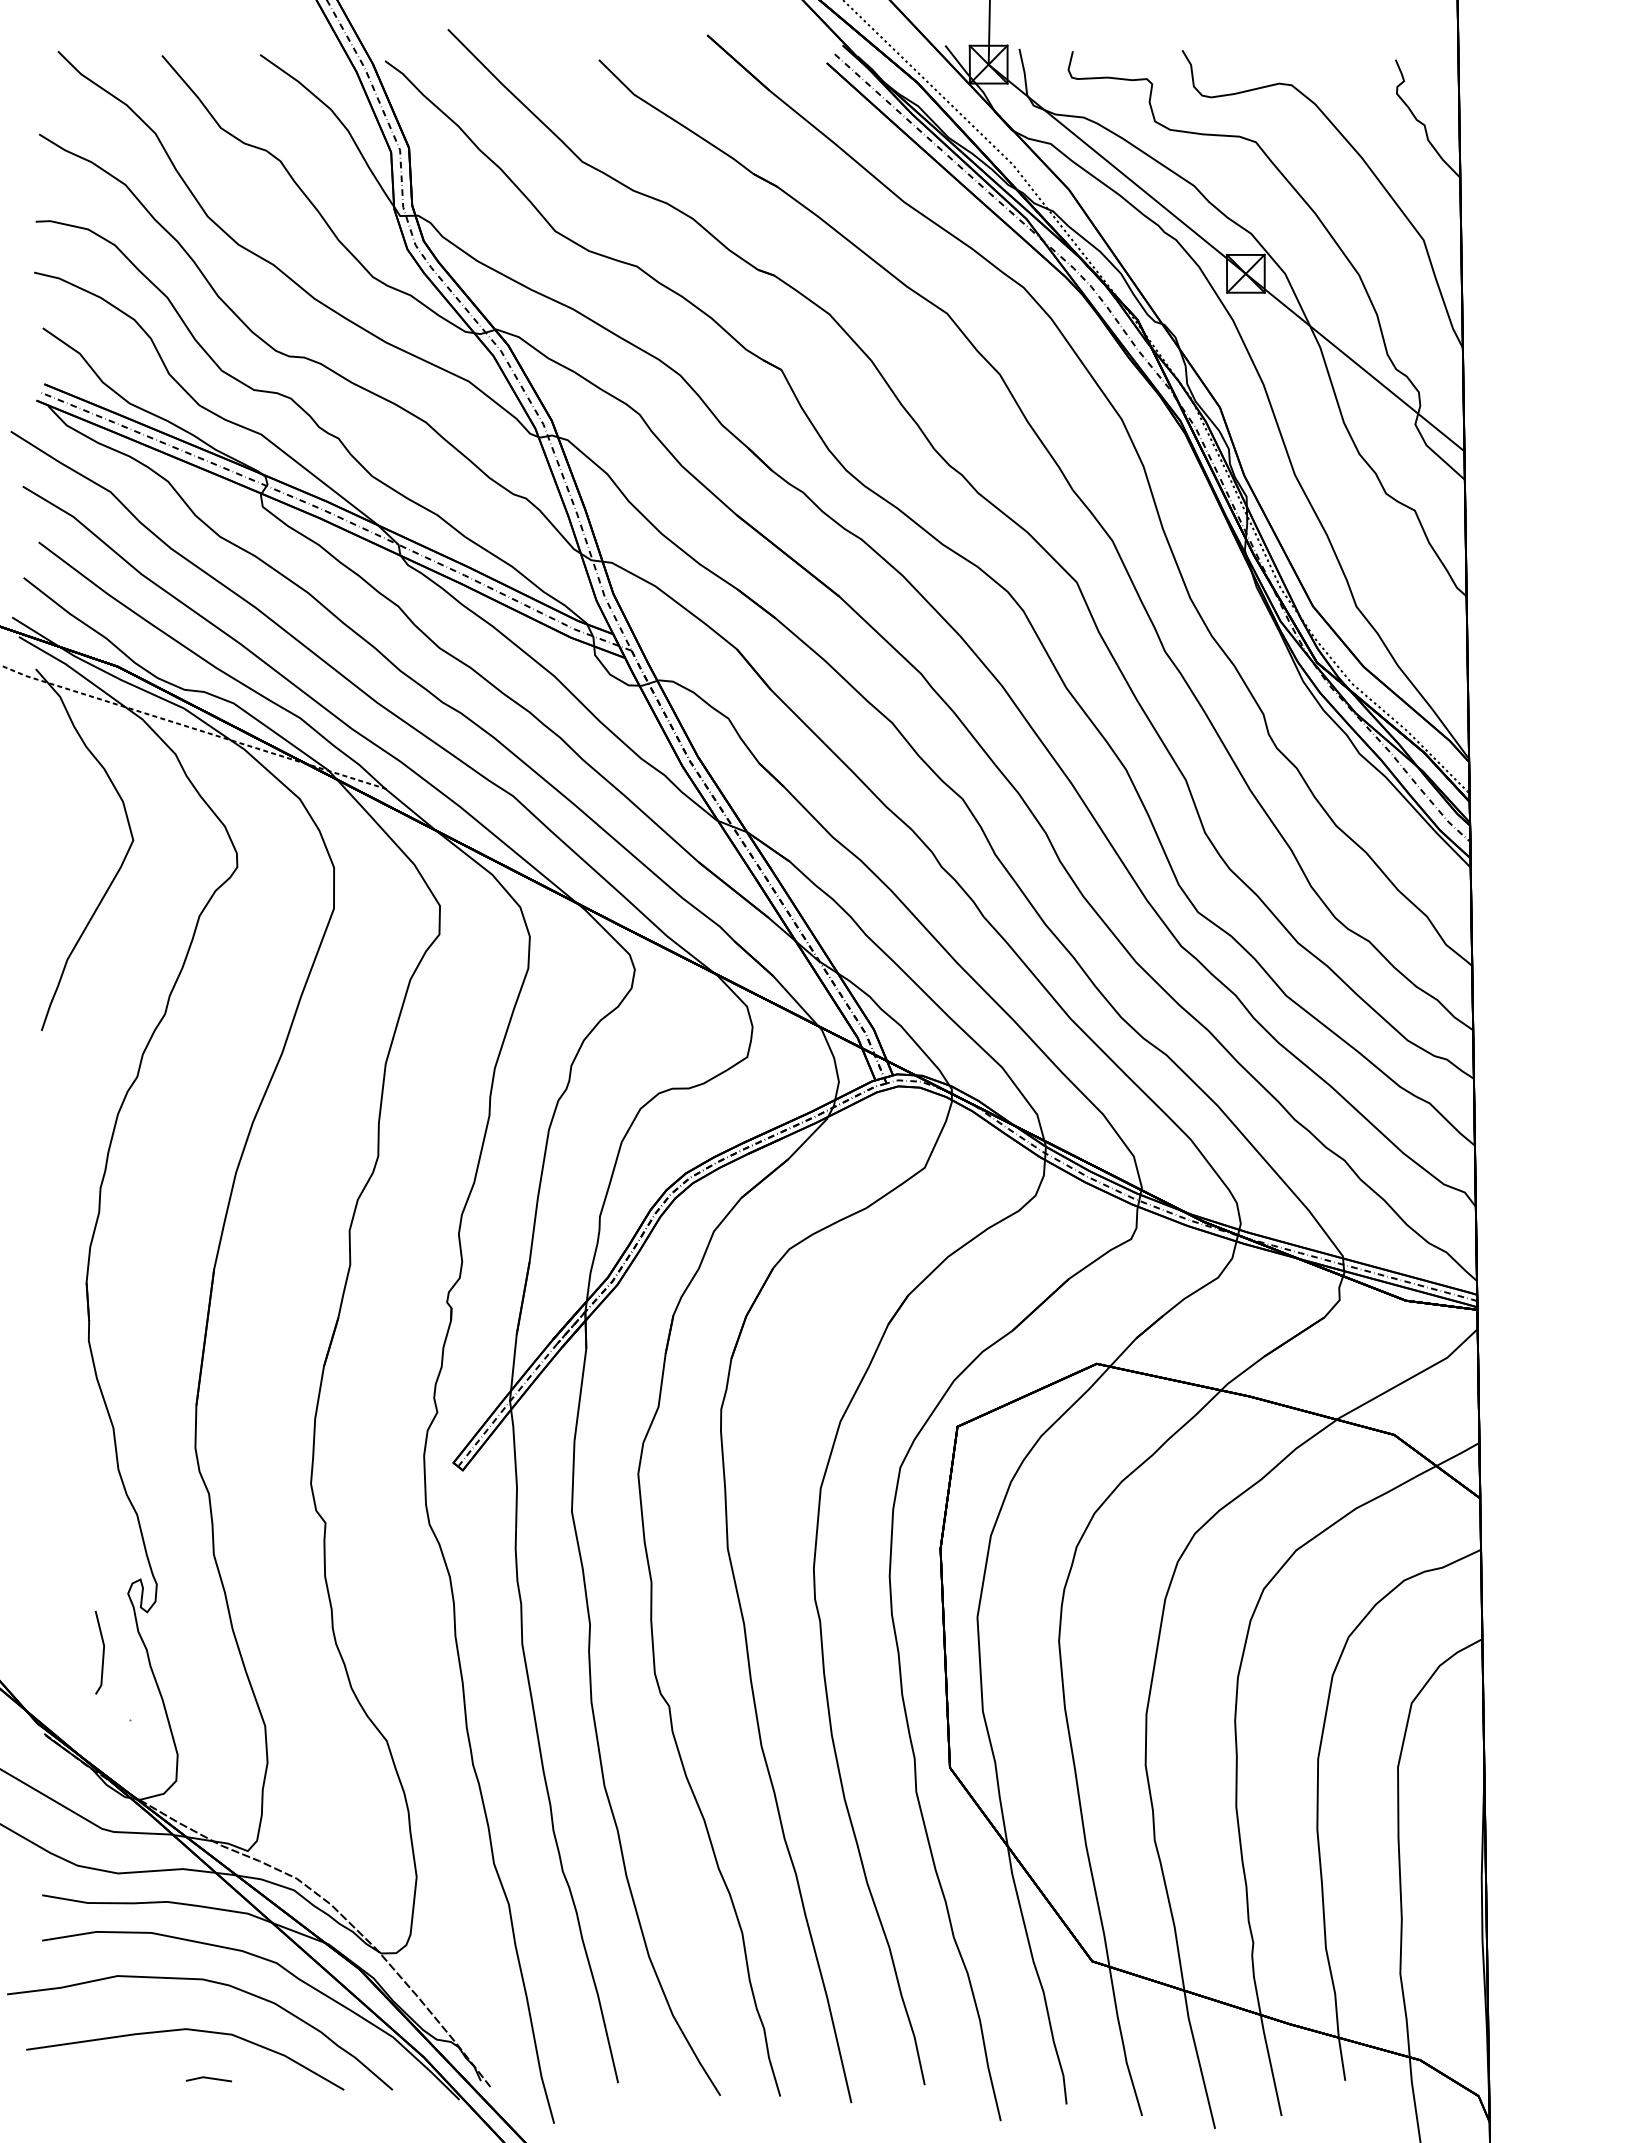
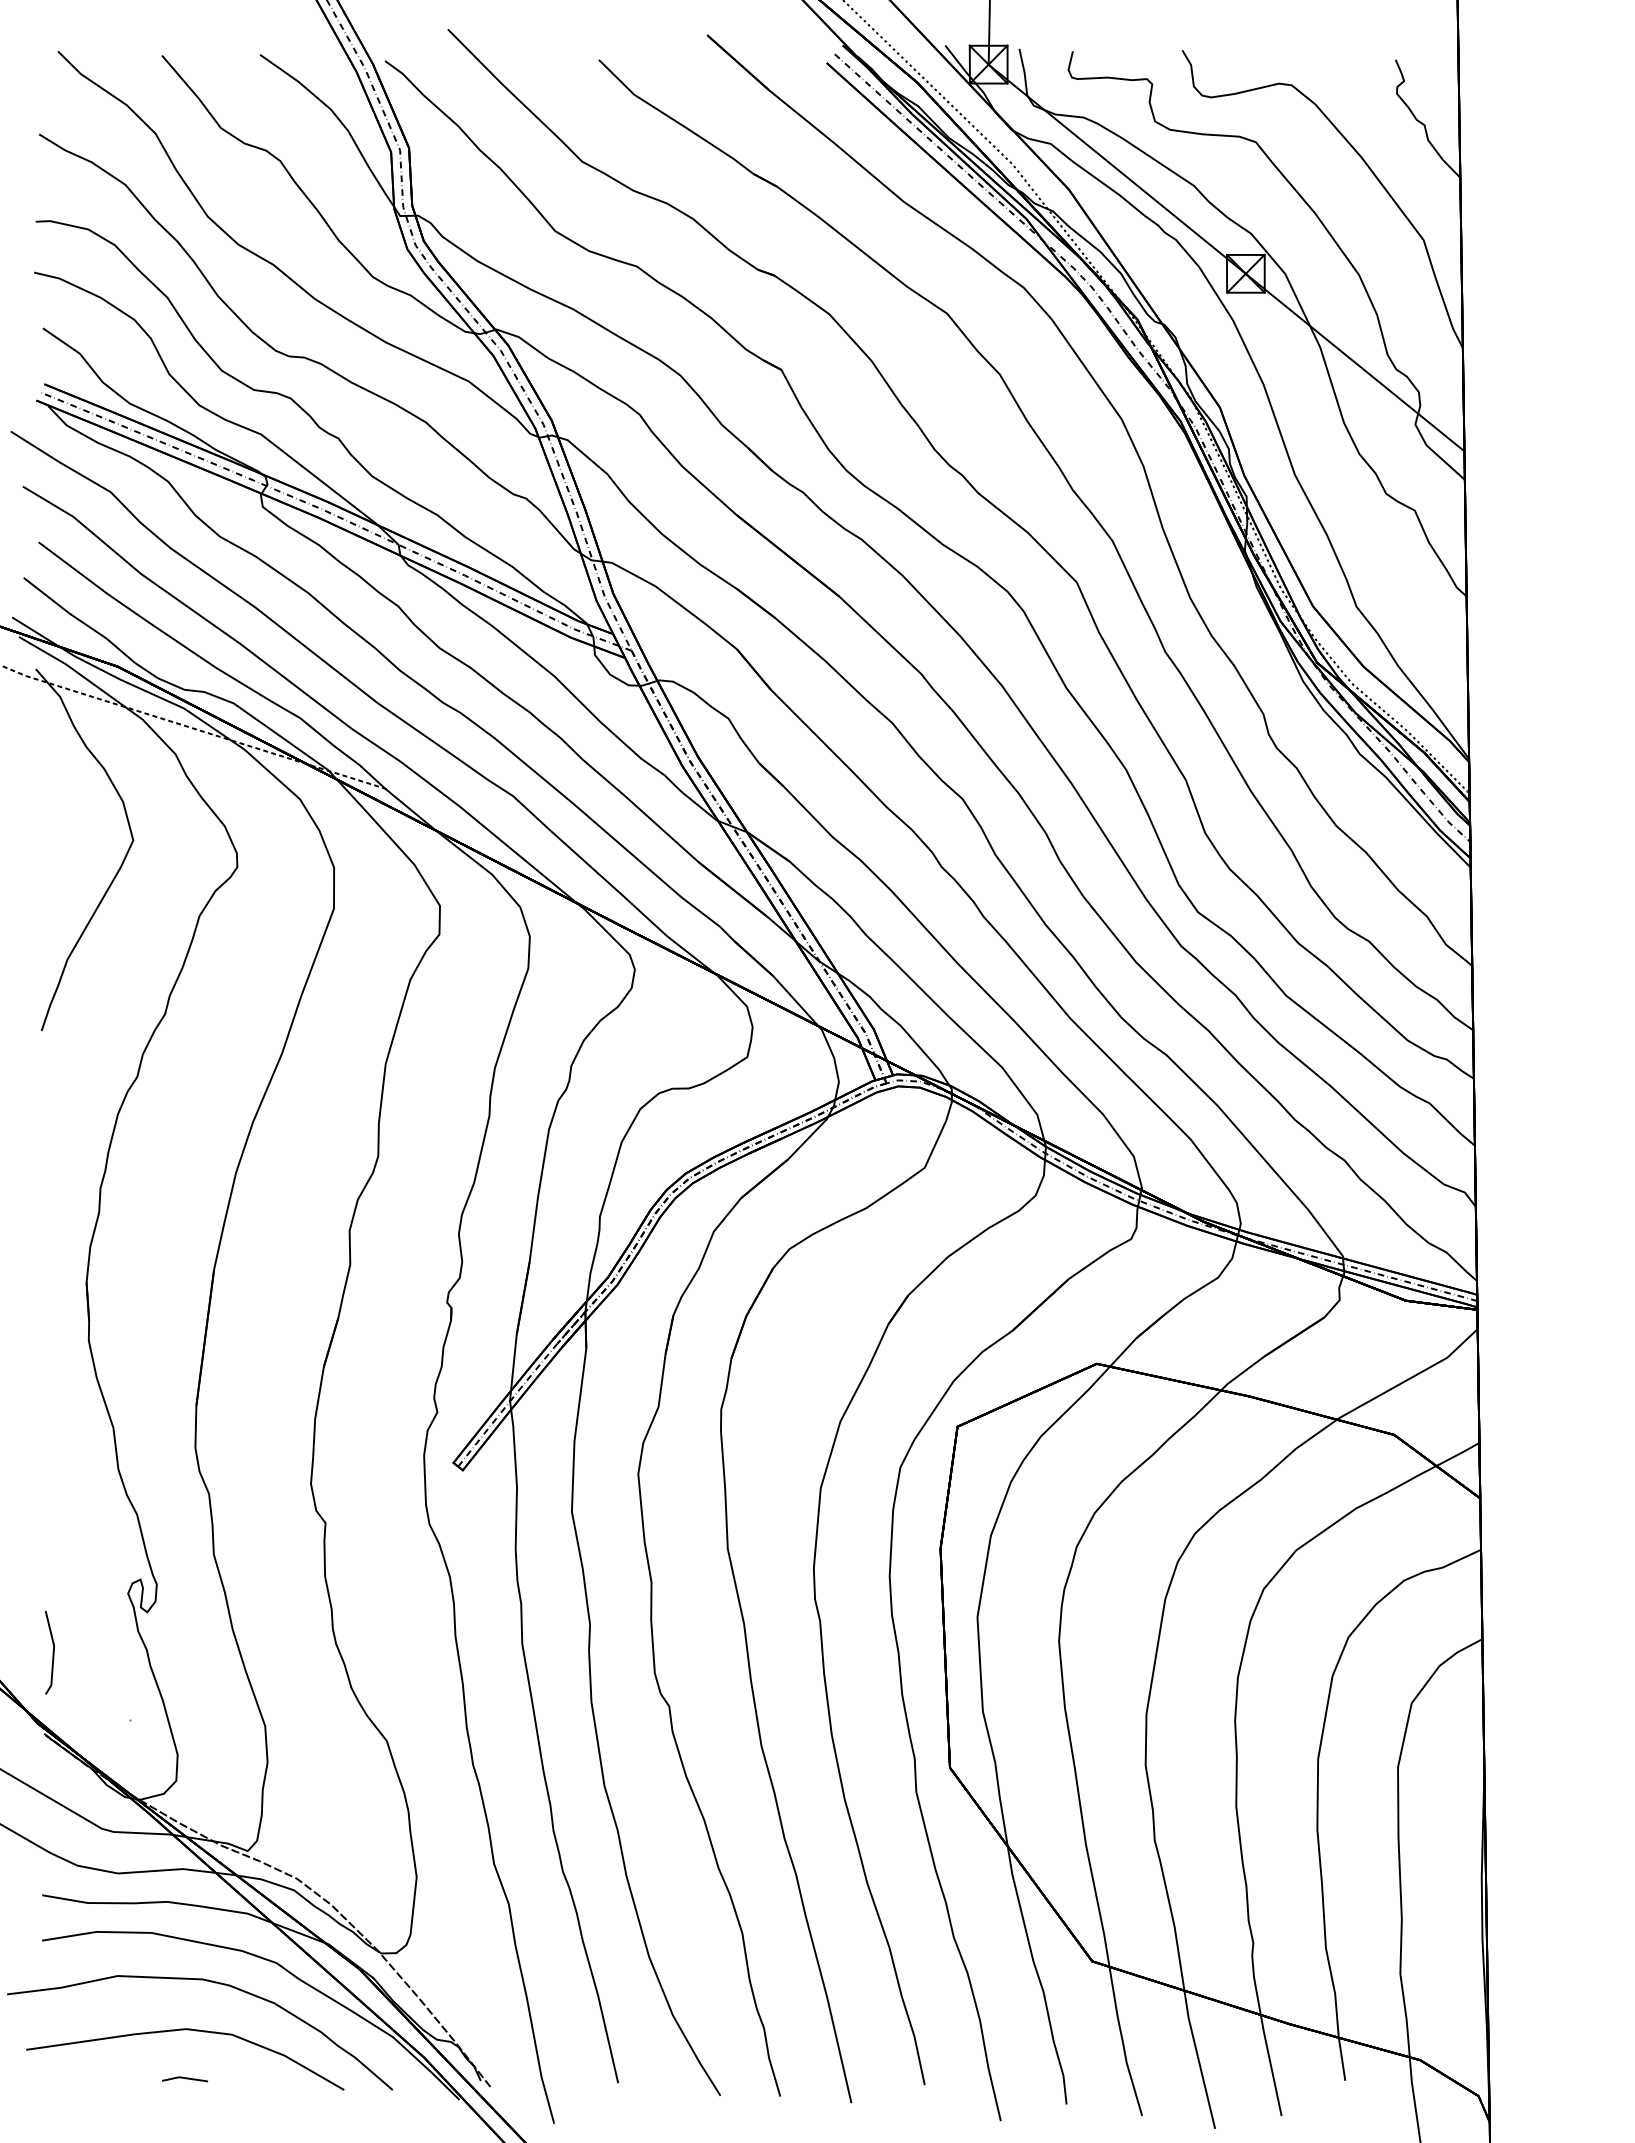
line at (102, 1652) position: (102, 1652) -> (52, 1652)
line at (208, 2078) position: (208, 2078) -> (184, 2078)
